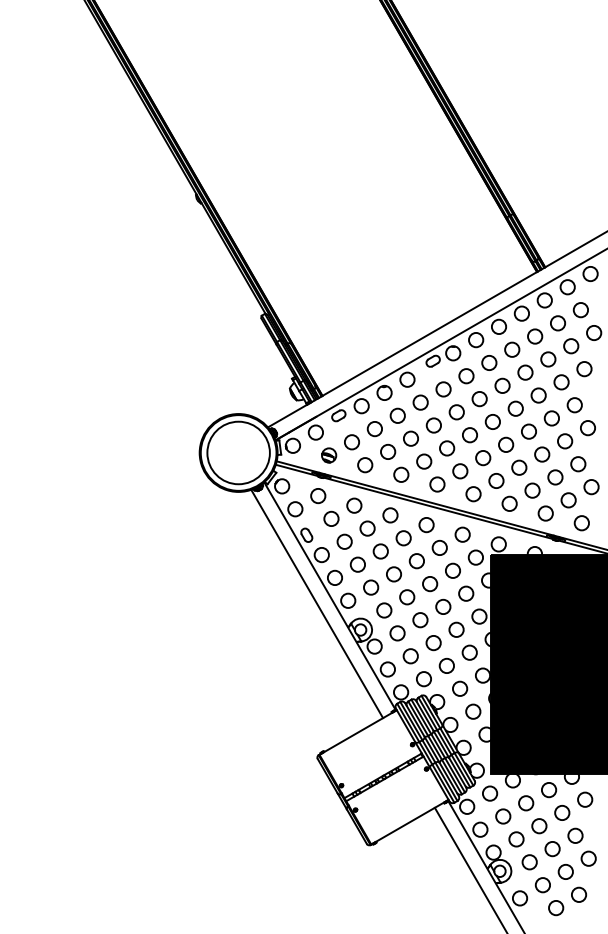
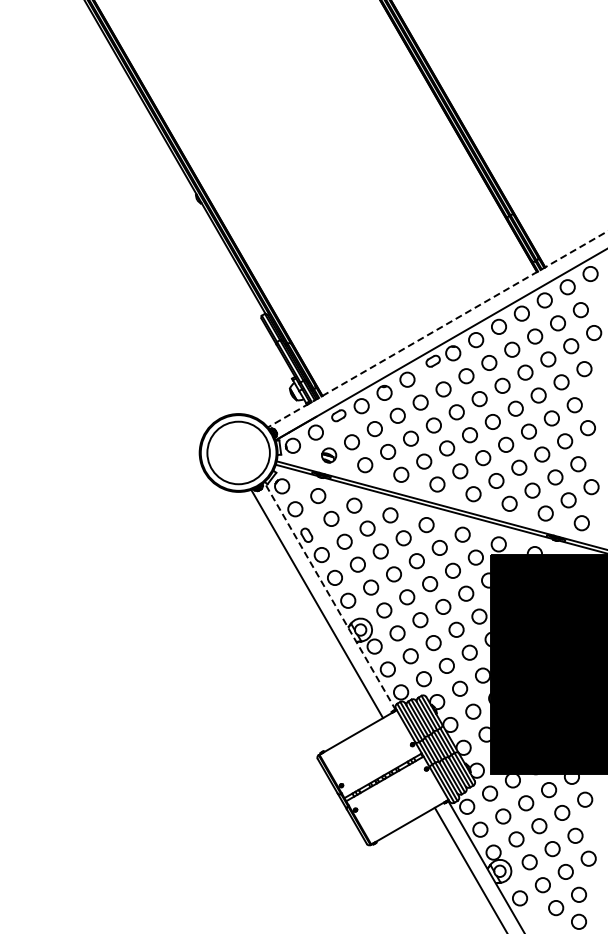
line at (437, 329): solid -> dashed
line at (330, 596): solid -> dashed
circle at (578, 921): none -> present
